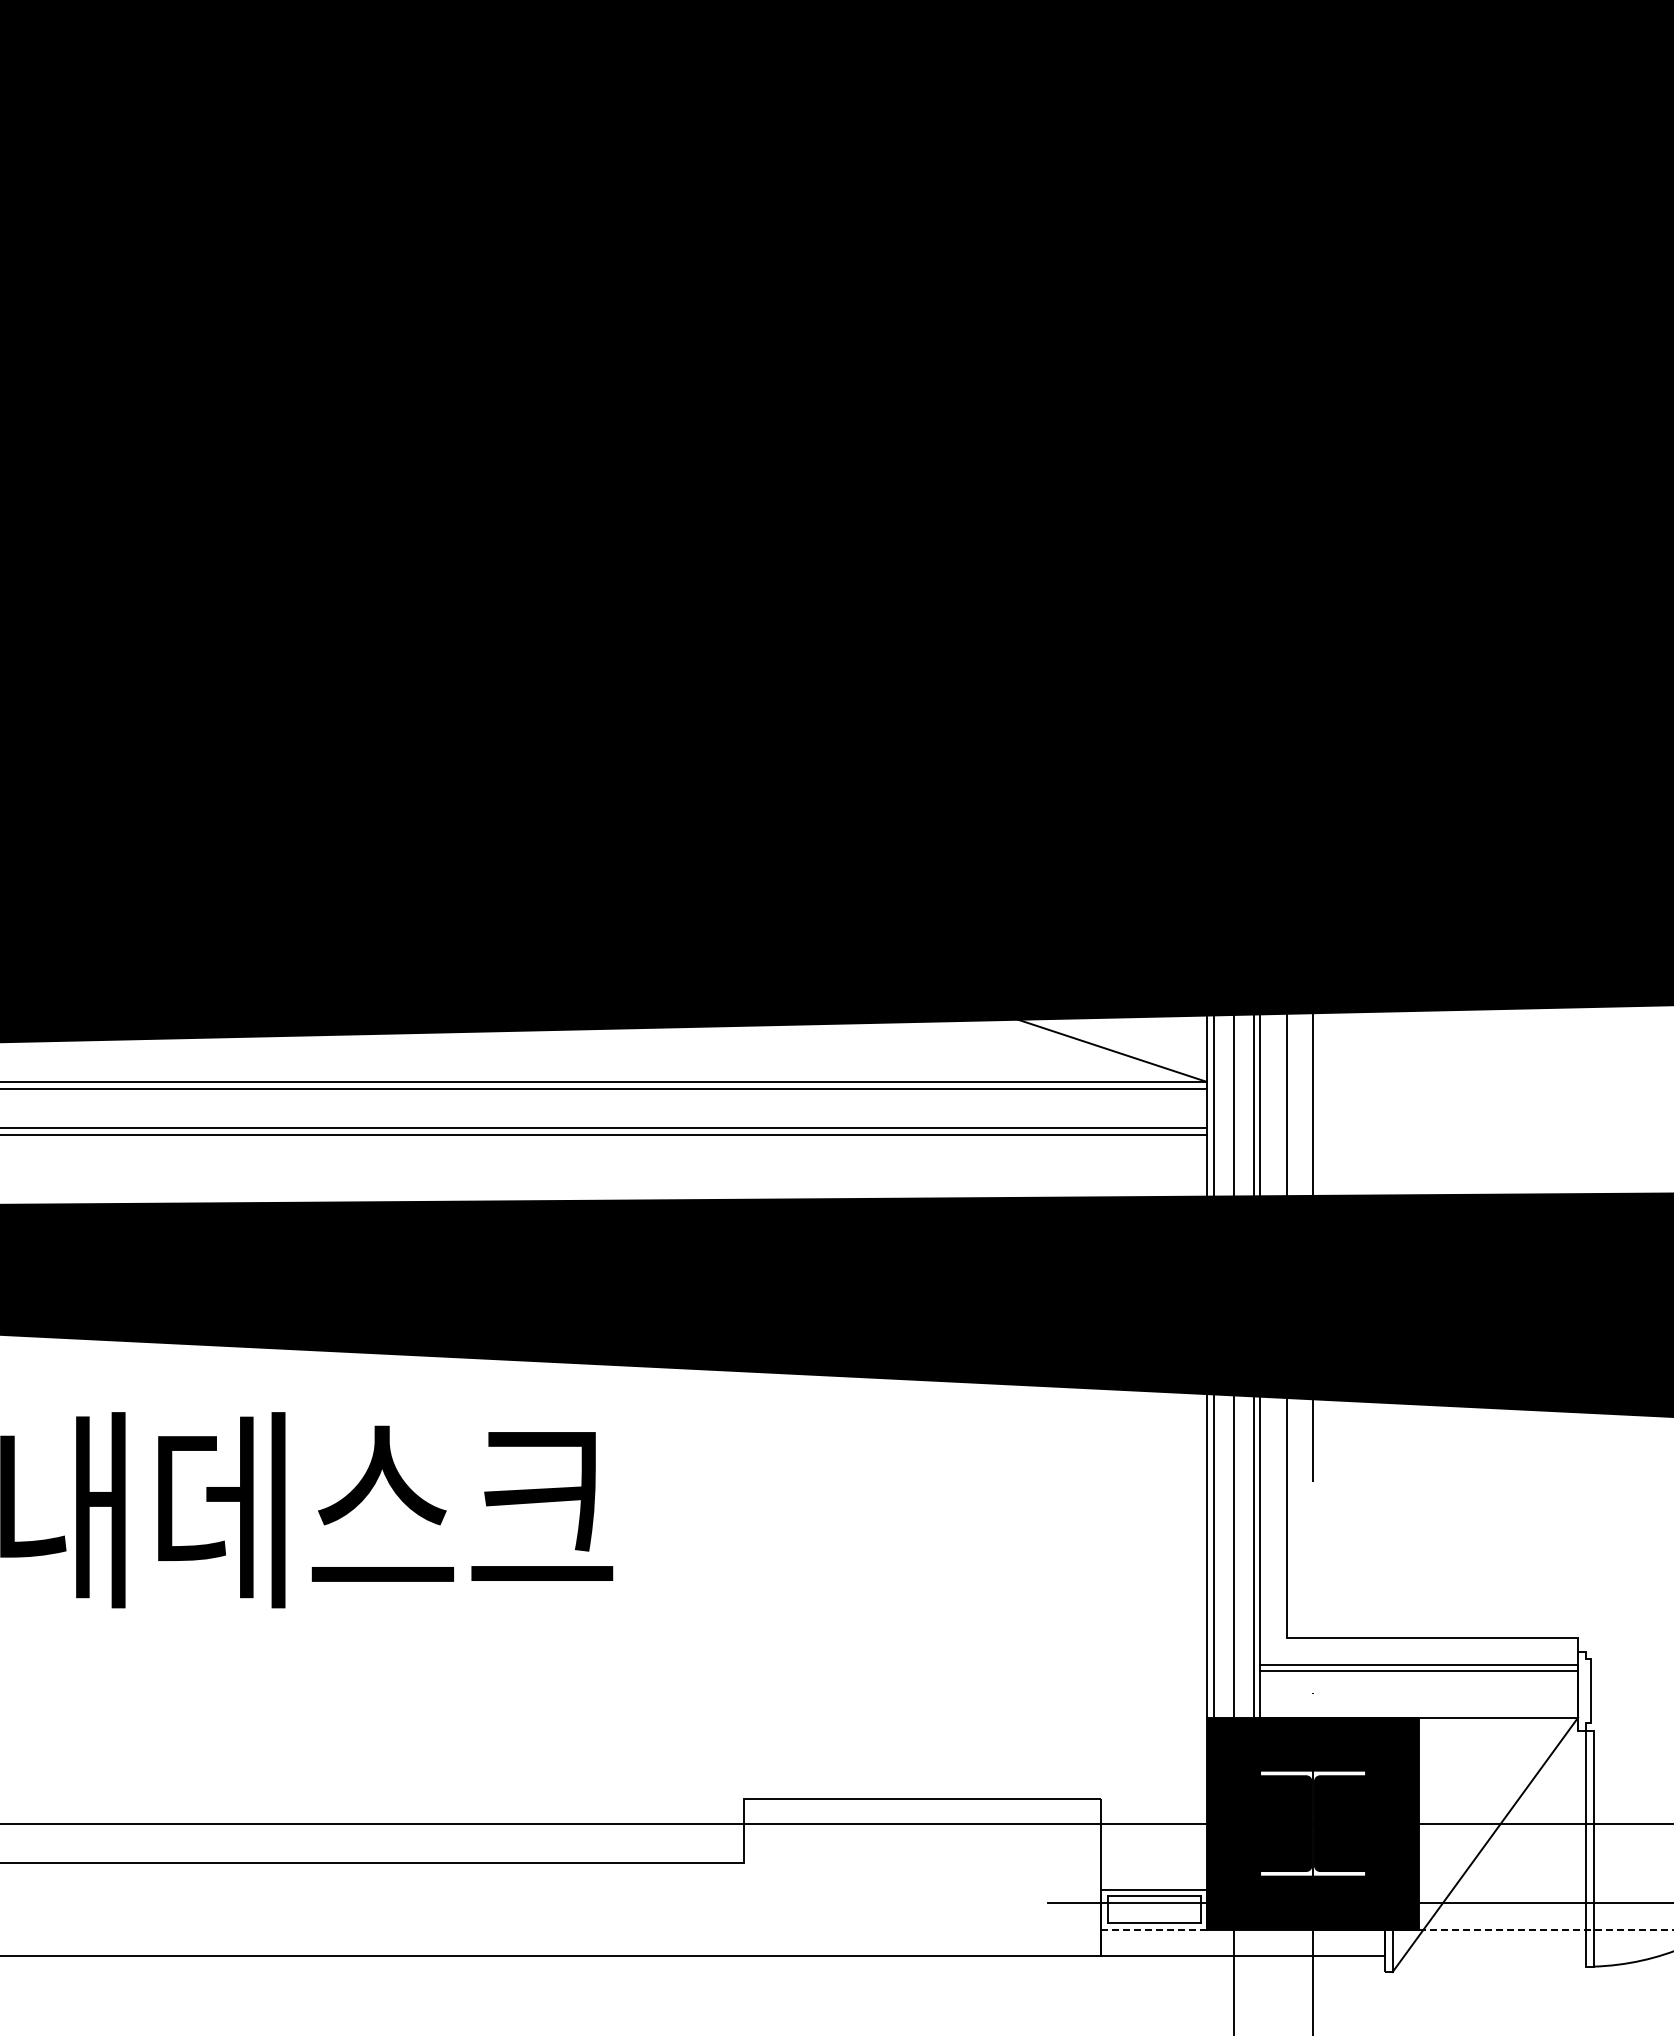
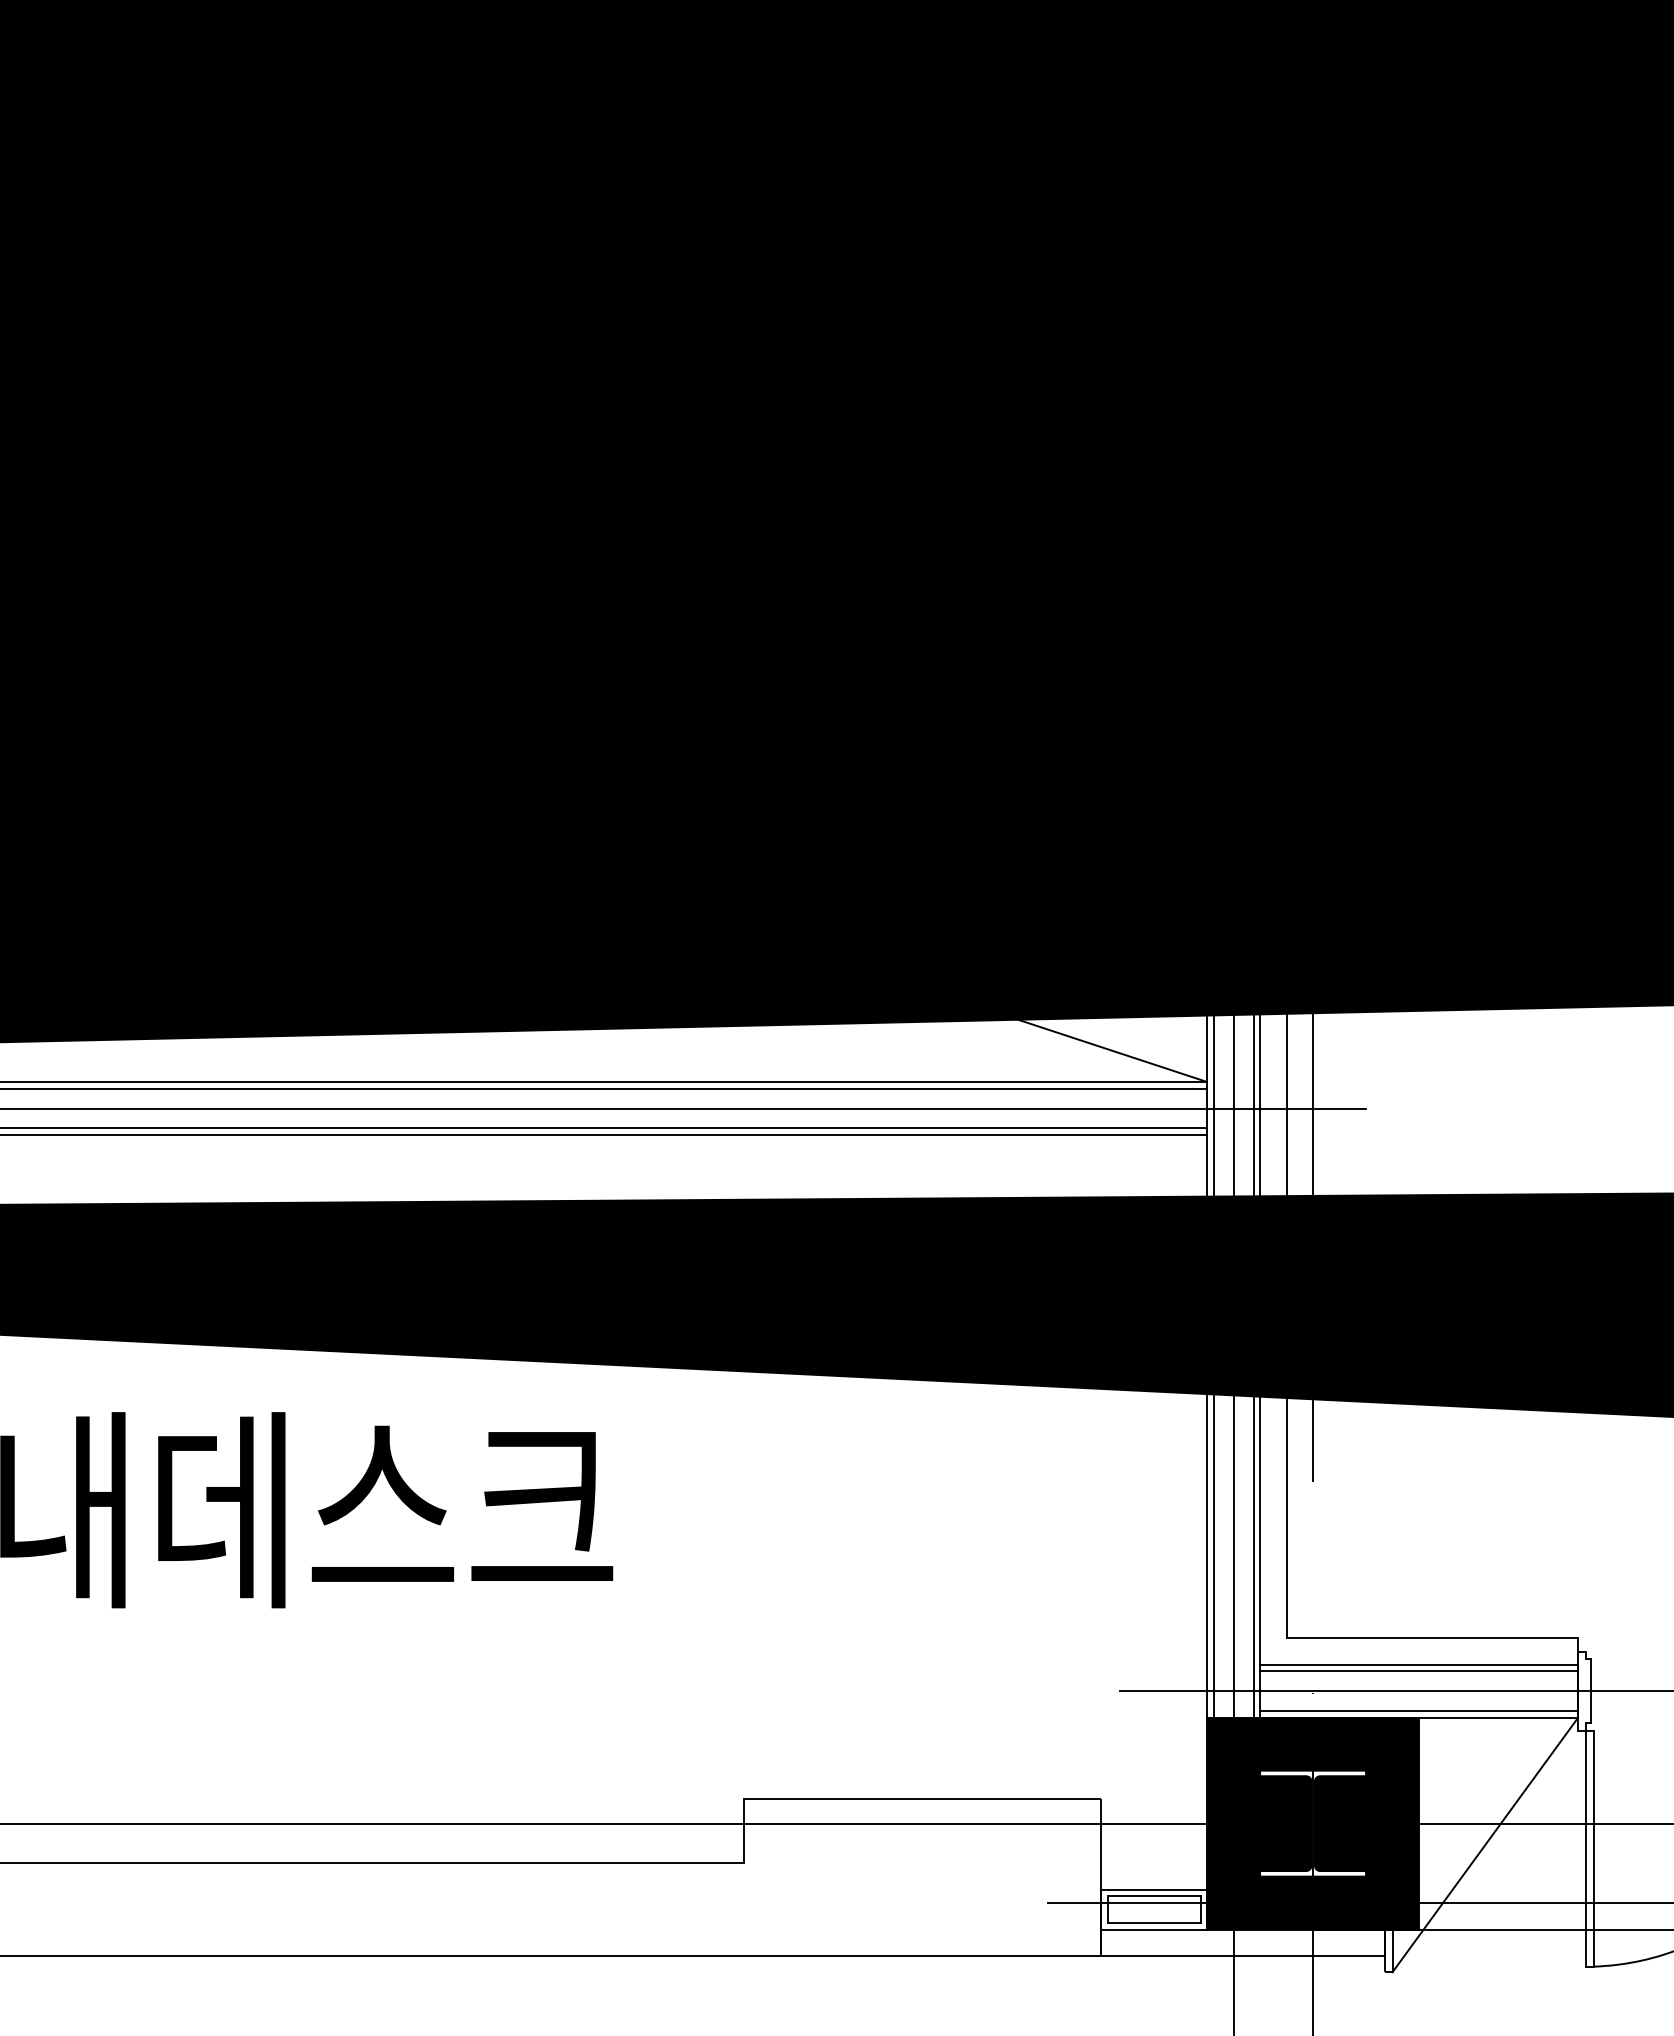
line at (684, 1108): none -> present
line at (1394, 1691): none -> present
line at (1419, 1711): none -> present
line at (1154, 1929): dashed -> solid
line at (1546, 1929): dashed -> solid
